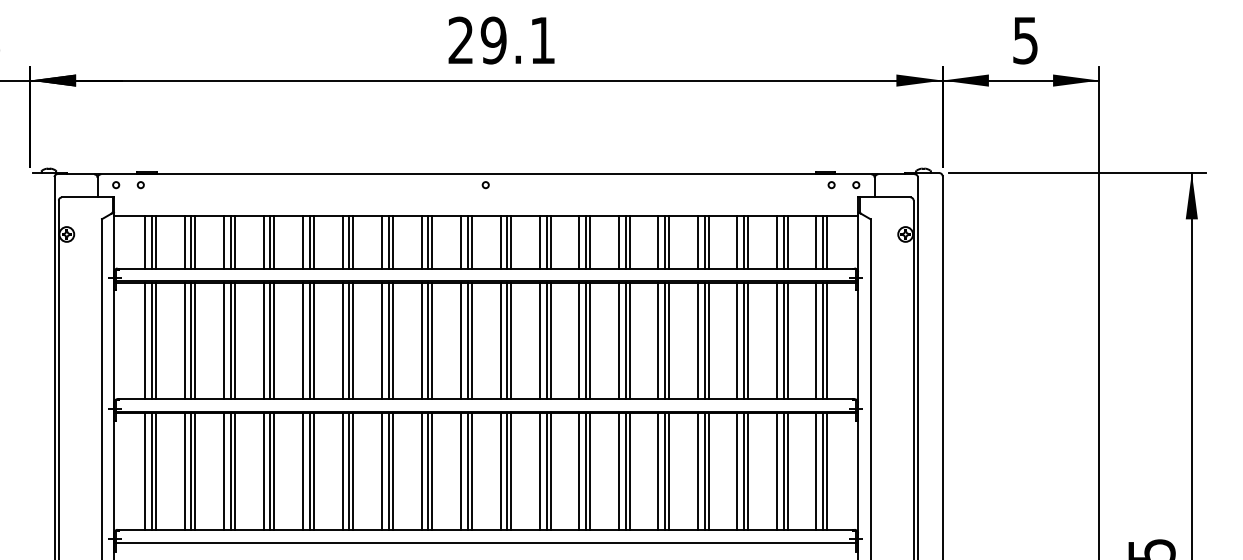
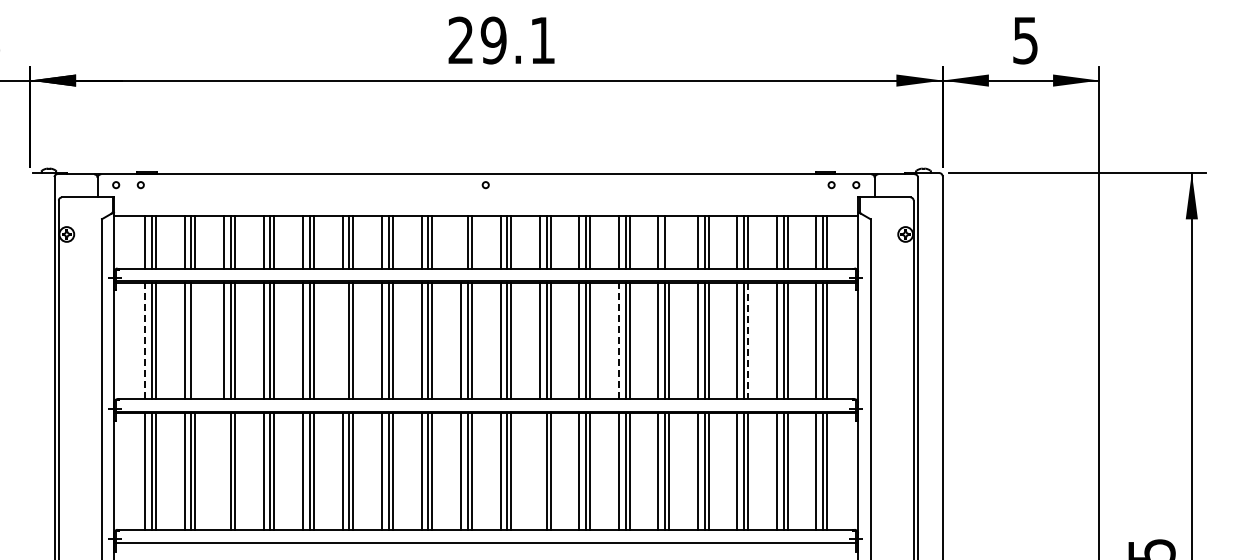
line at (461, 241): present -> none
line at (669, 241): present -> none
line at (145, 340): solid -> dashed
line at (195, 340): present -> none
line at (342, 340): present -> none
line at (618, 340): solid -> dashed
line at (748, 341): solid -> dashed
line at (224, 471): present -> none
line at (539, 471): present -> none
